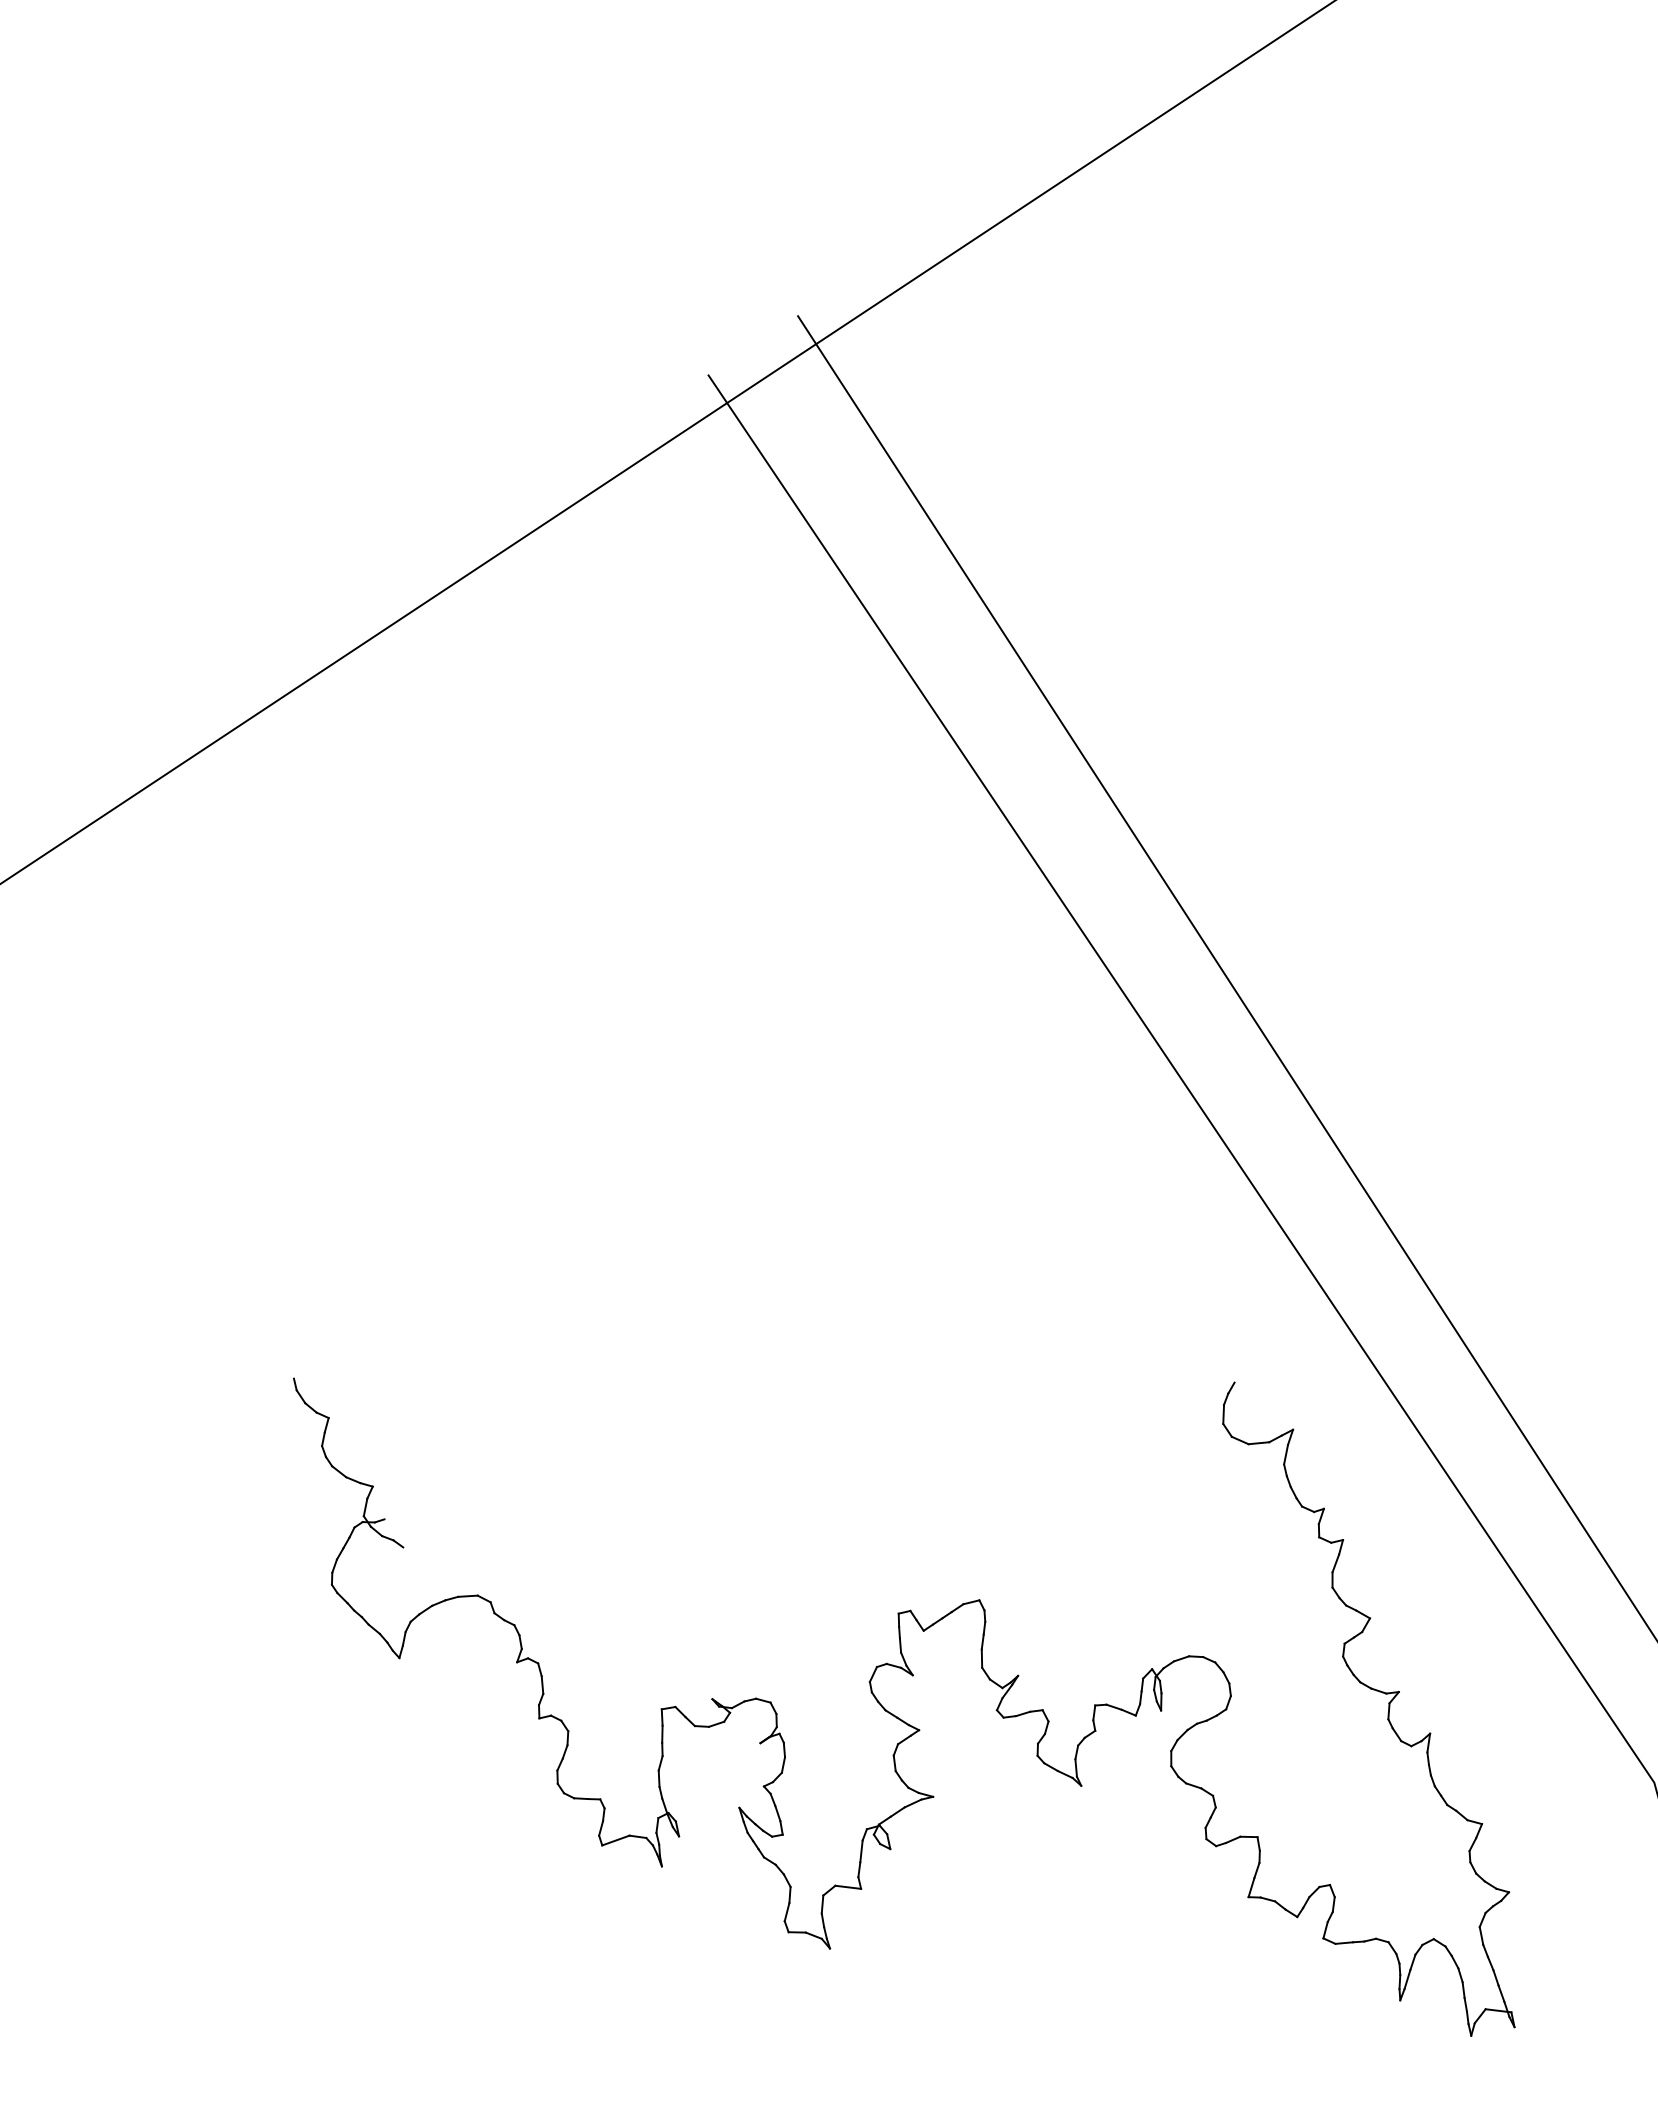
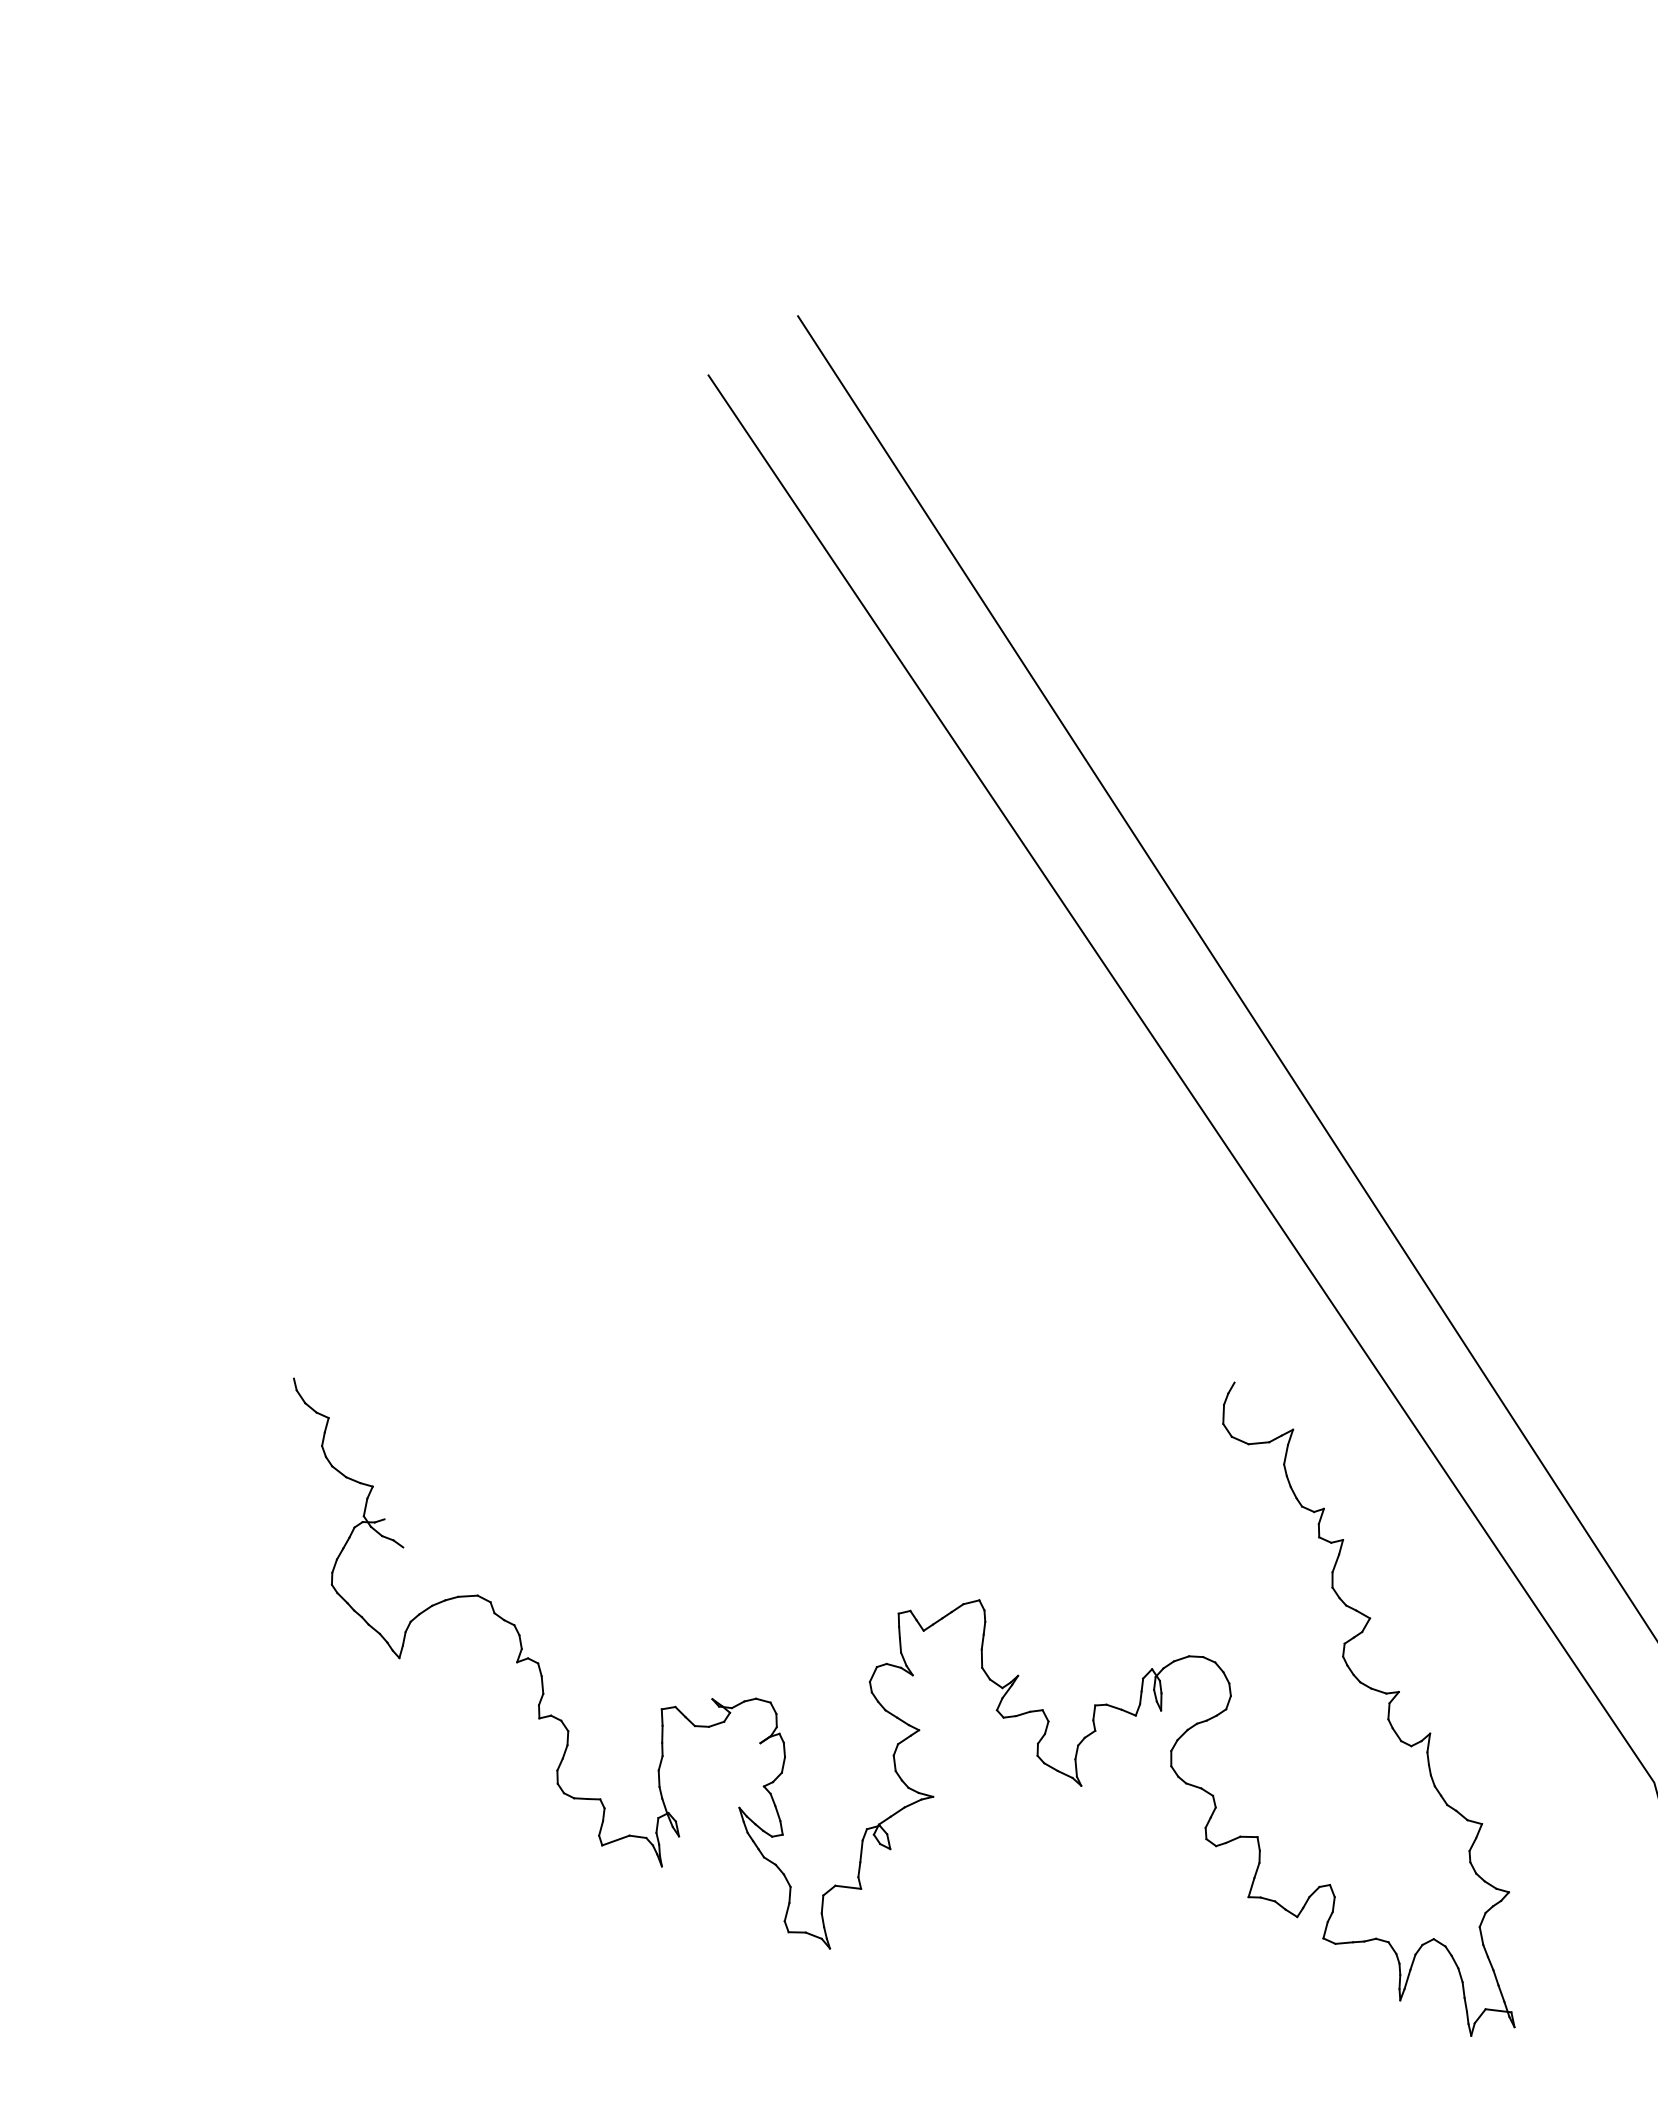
line at (667, 442): present -> none
